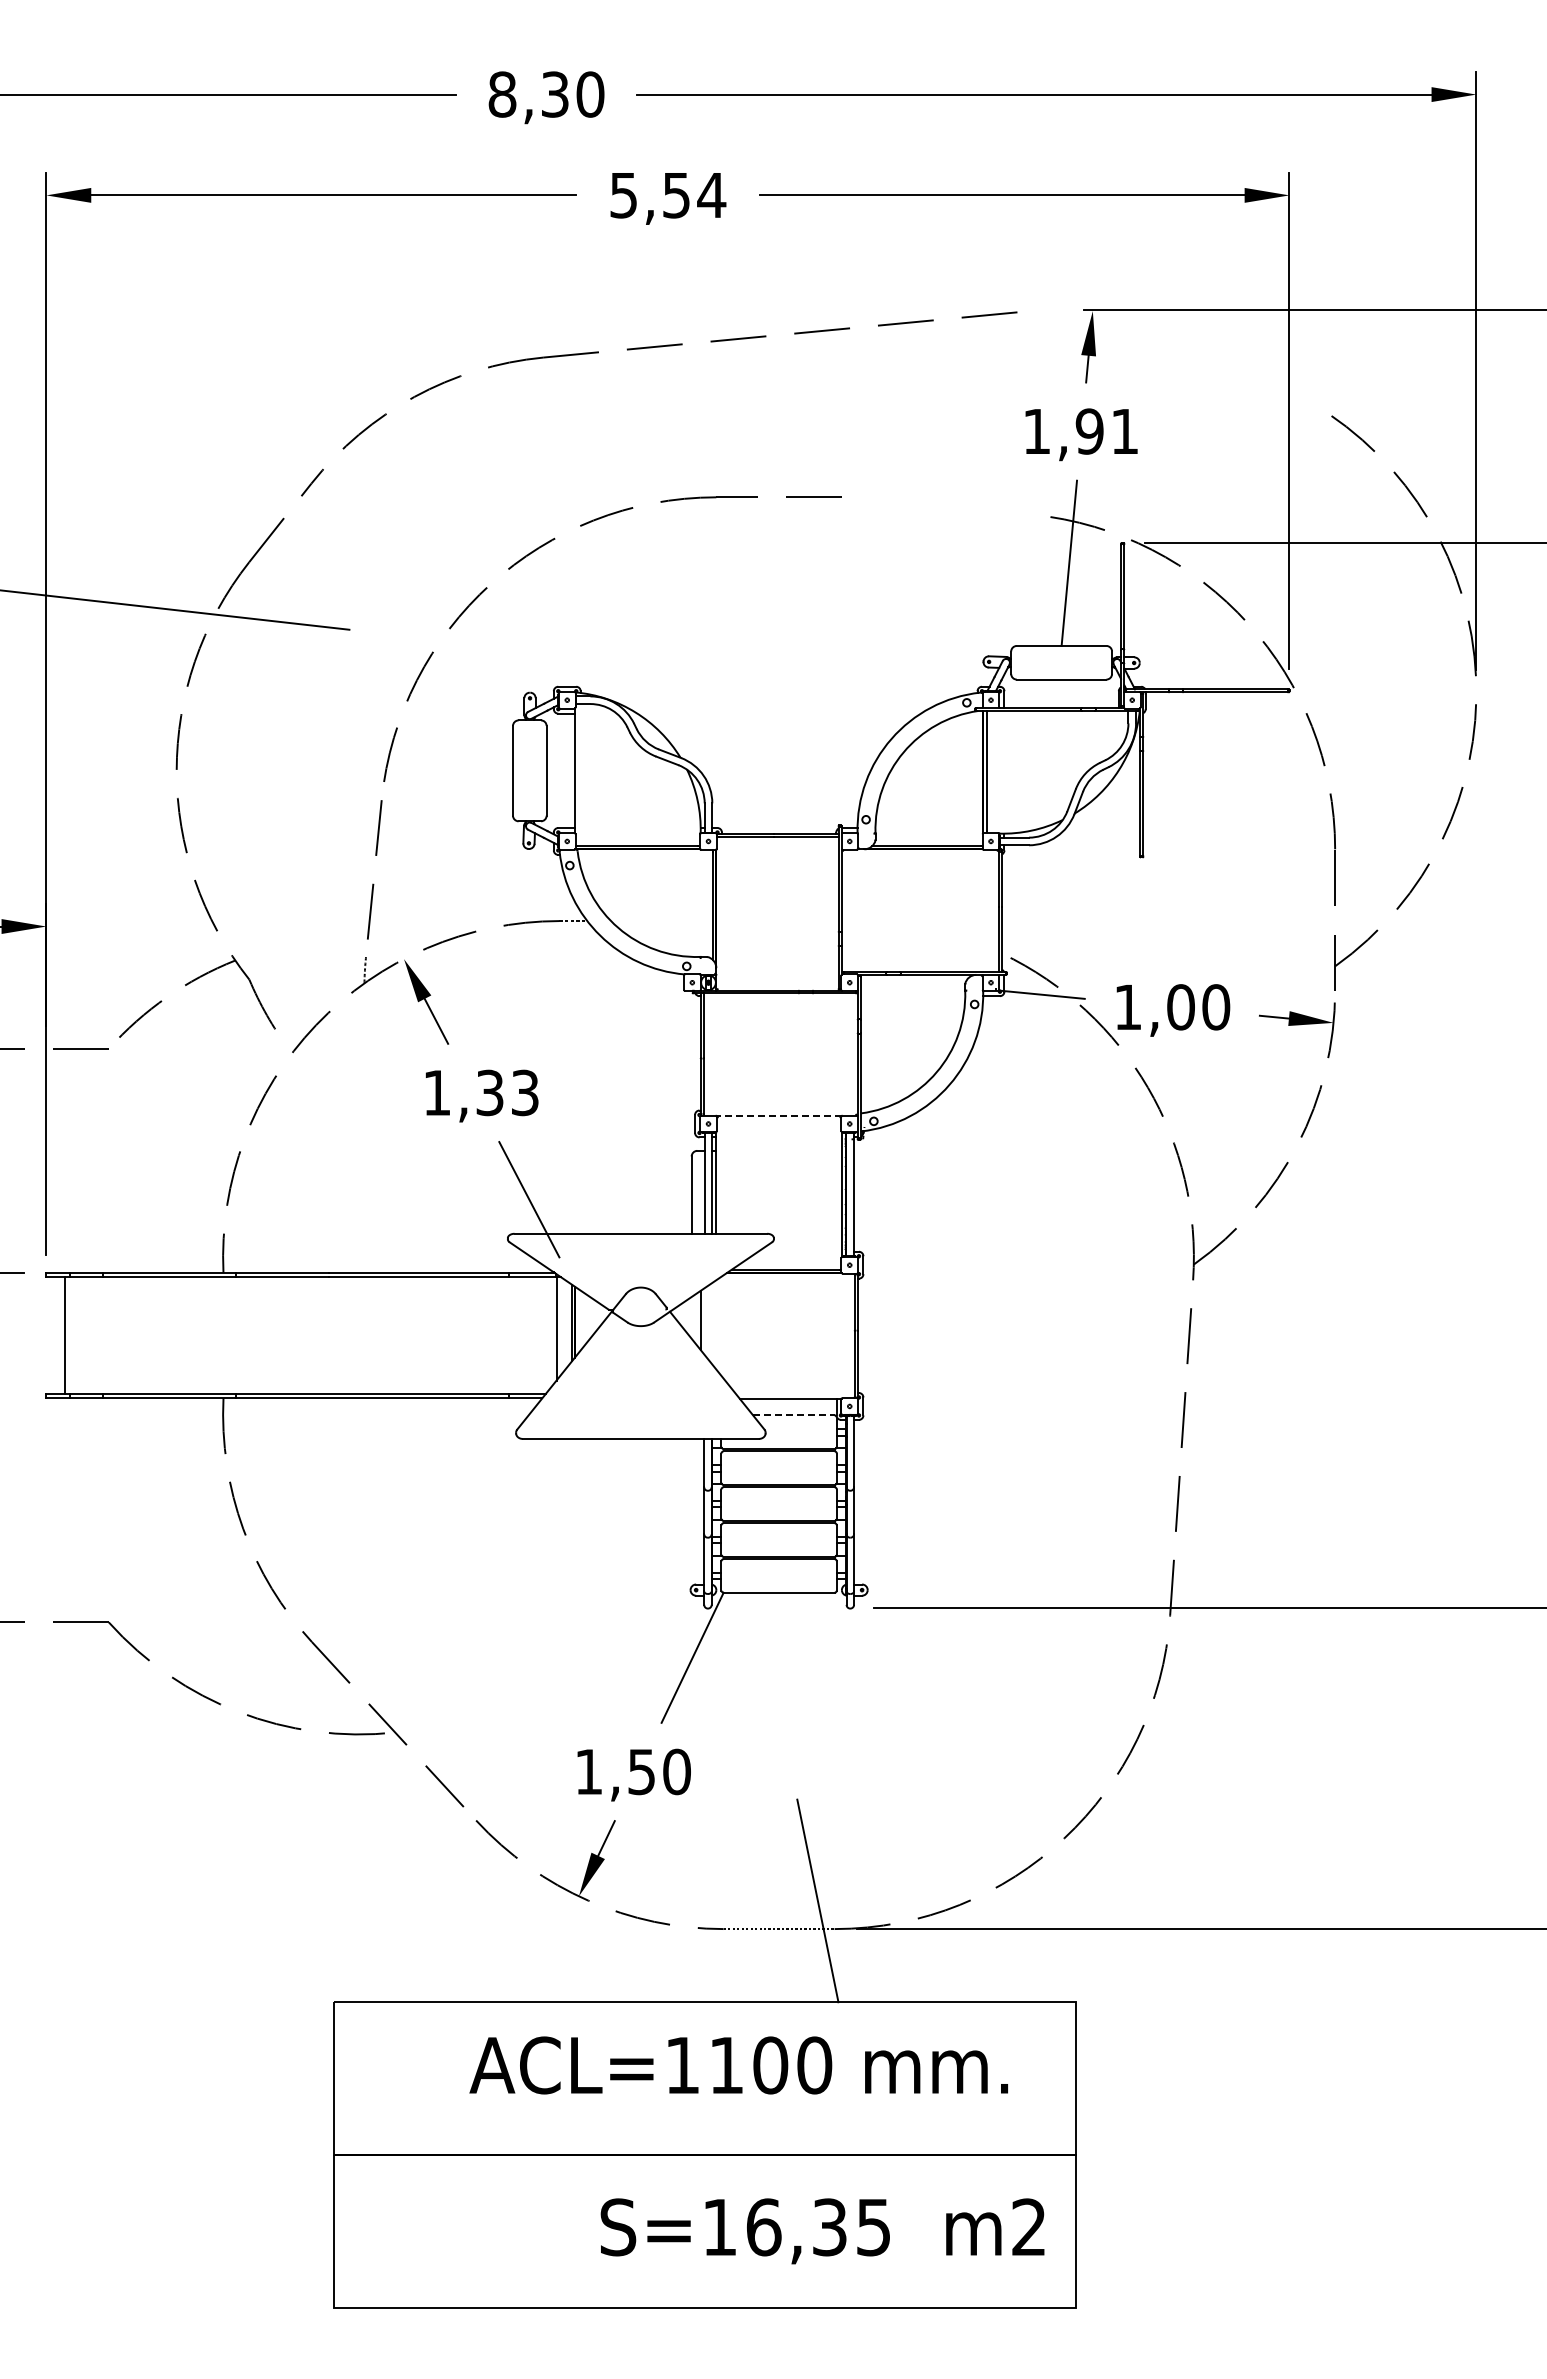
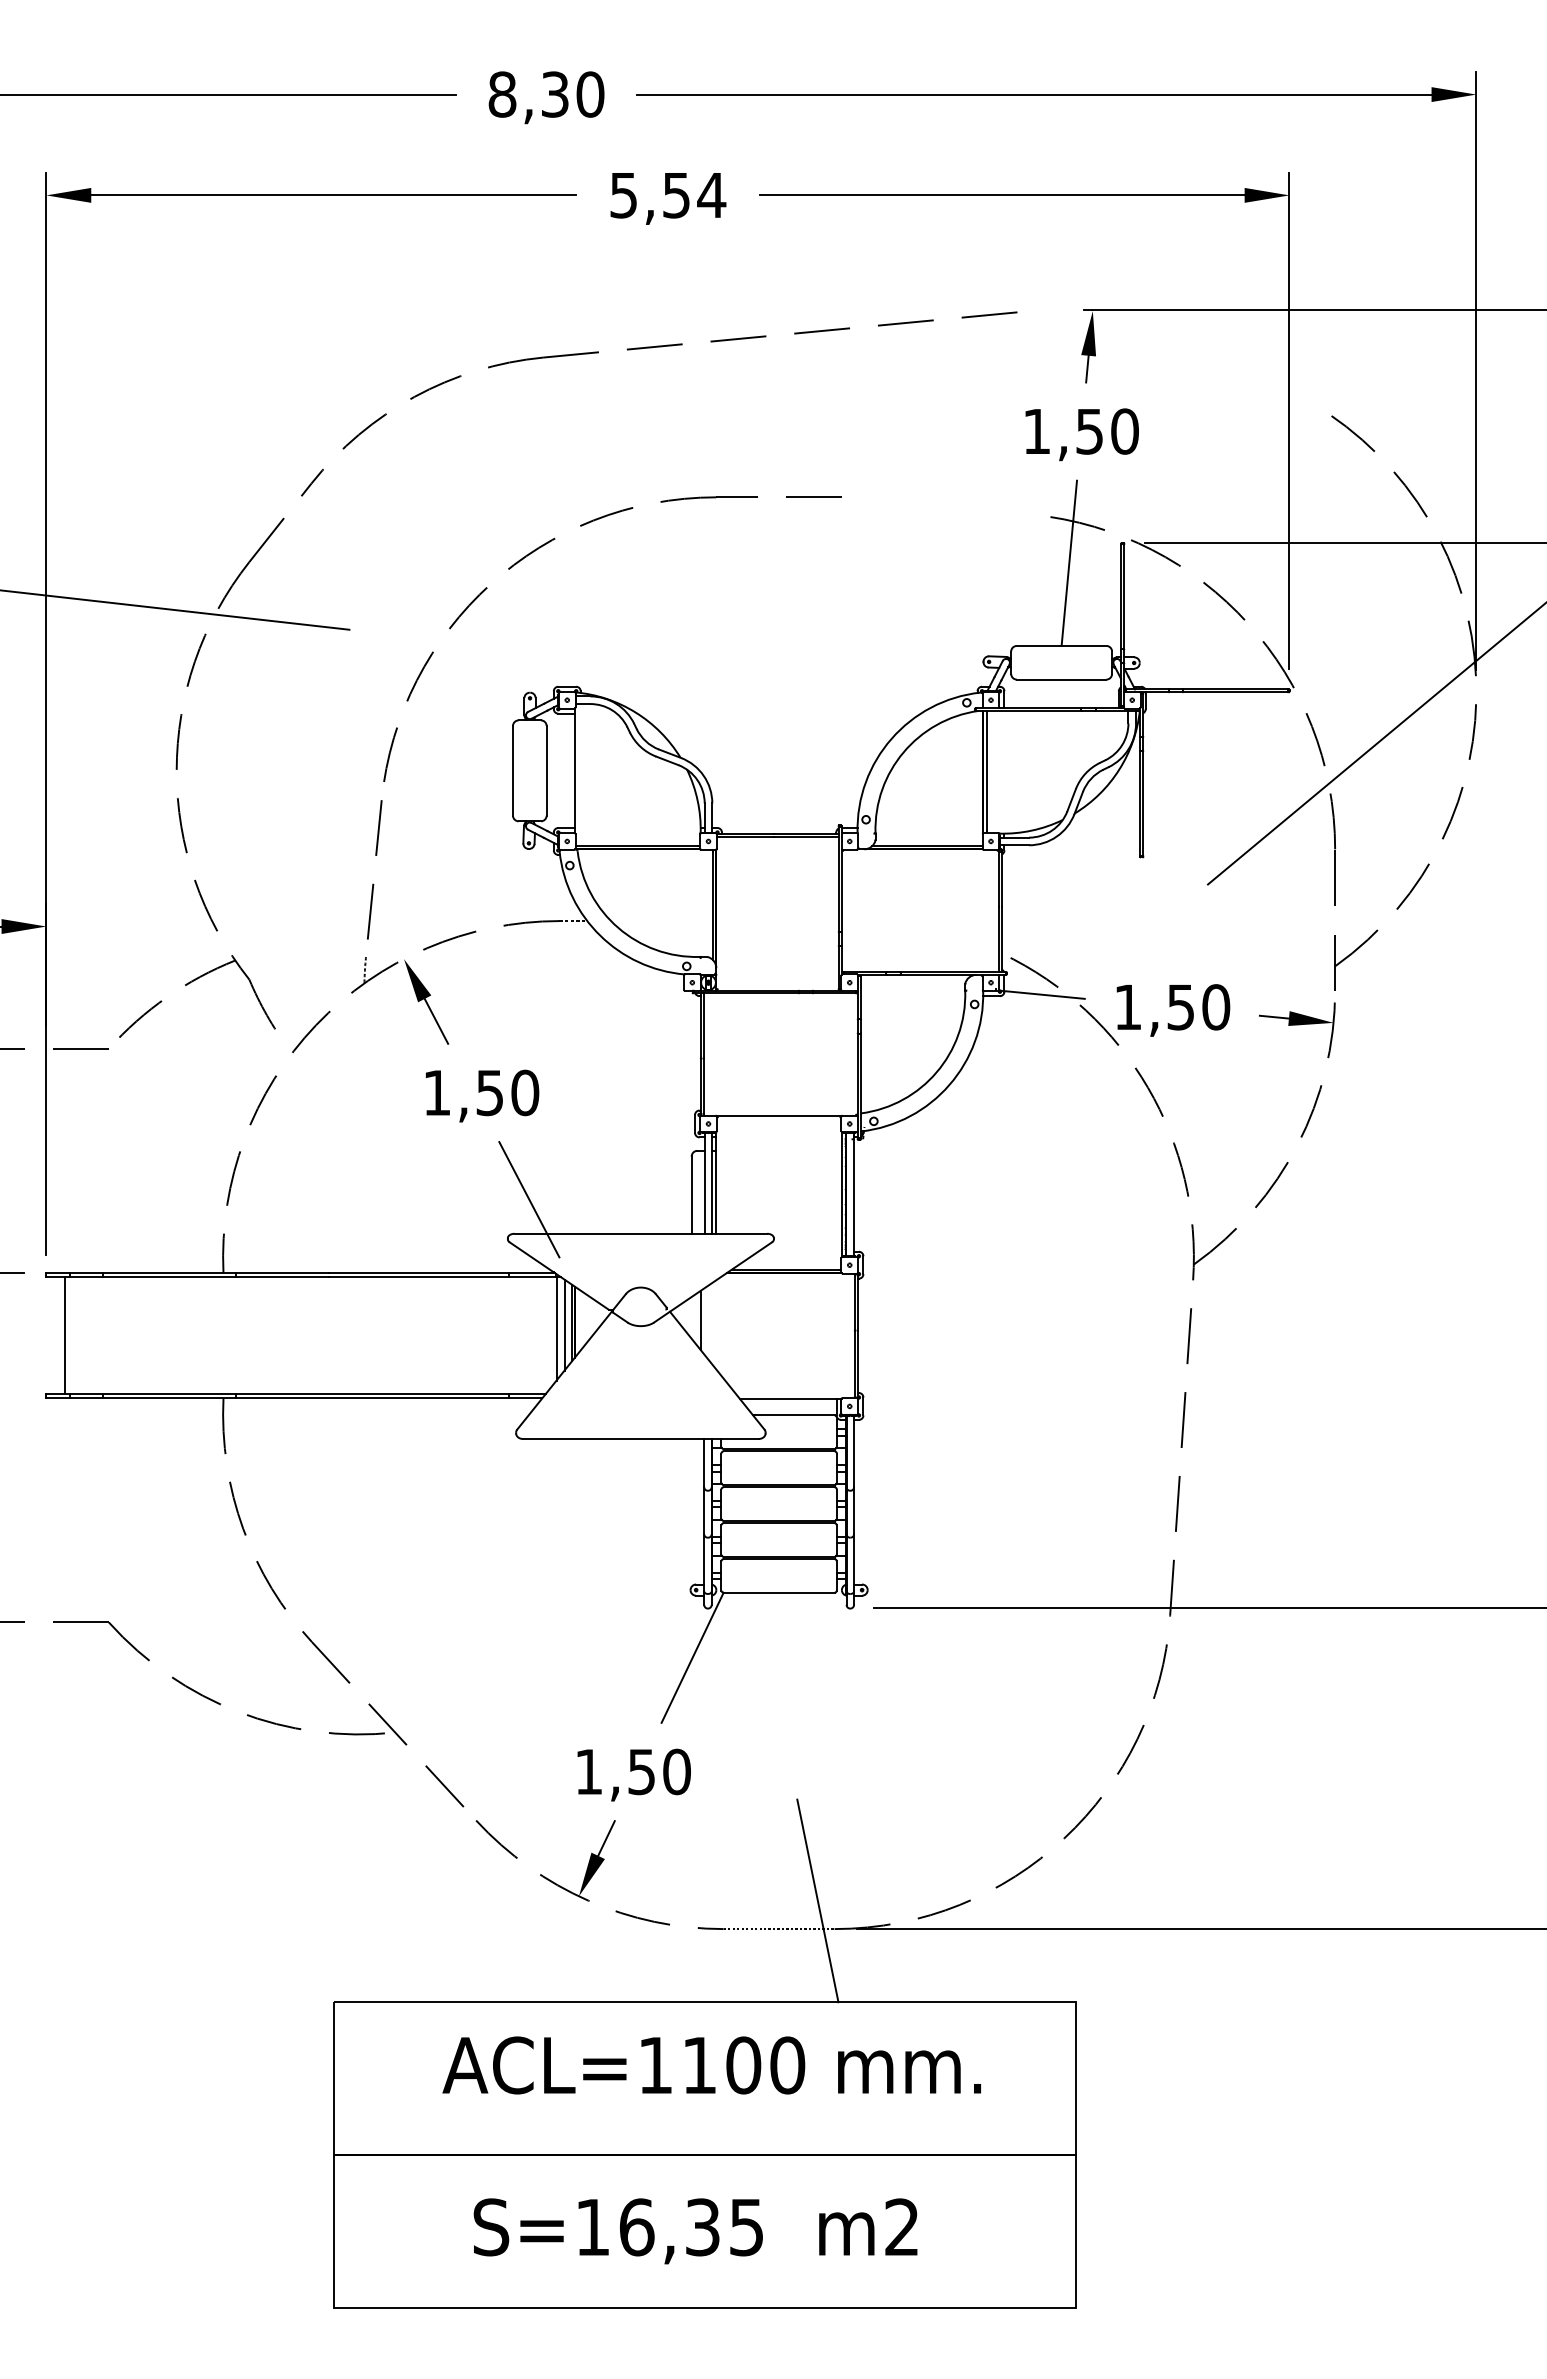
text at (1106, 431): 1,91 -> 1,50
line at (1375, 744): none -> present
text at (1180, 1007): 1,00 -> 1,50
text at (508, 1092): 1,33 -> 1,50
line at (779, 1116): dashed -> solid
line at (564, 1324): none -> present
line at (793, 1415): dashed -> solid
text at (738, 2065) position: (738, 2065) -> (711, 2065)
text at (822, 2231) position: (822, 2231) -> (695, 2231)
